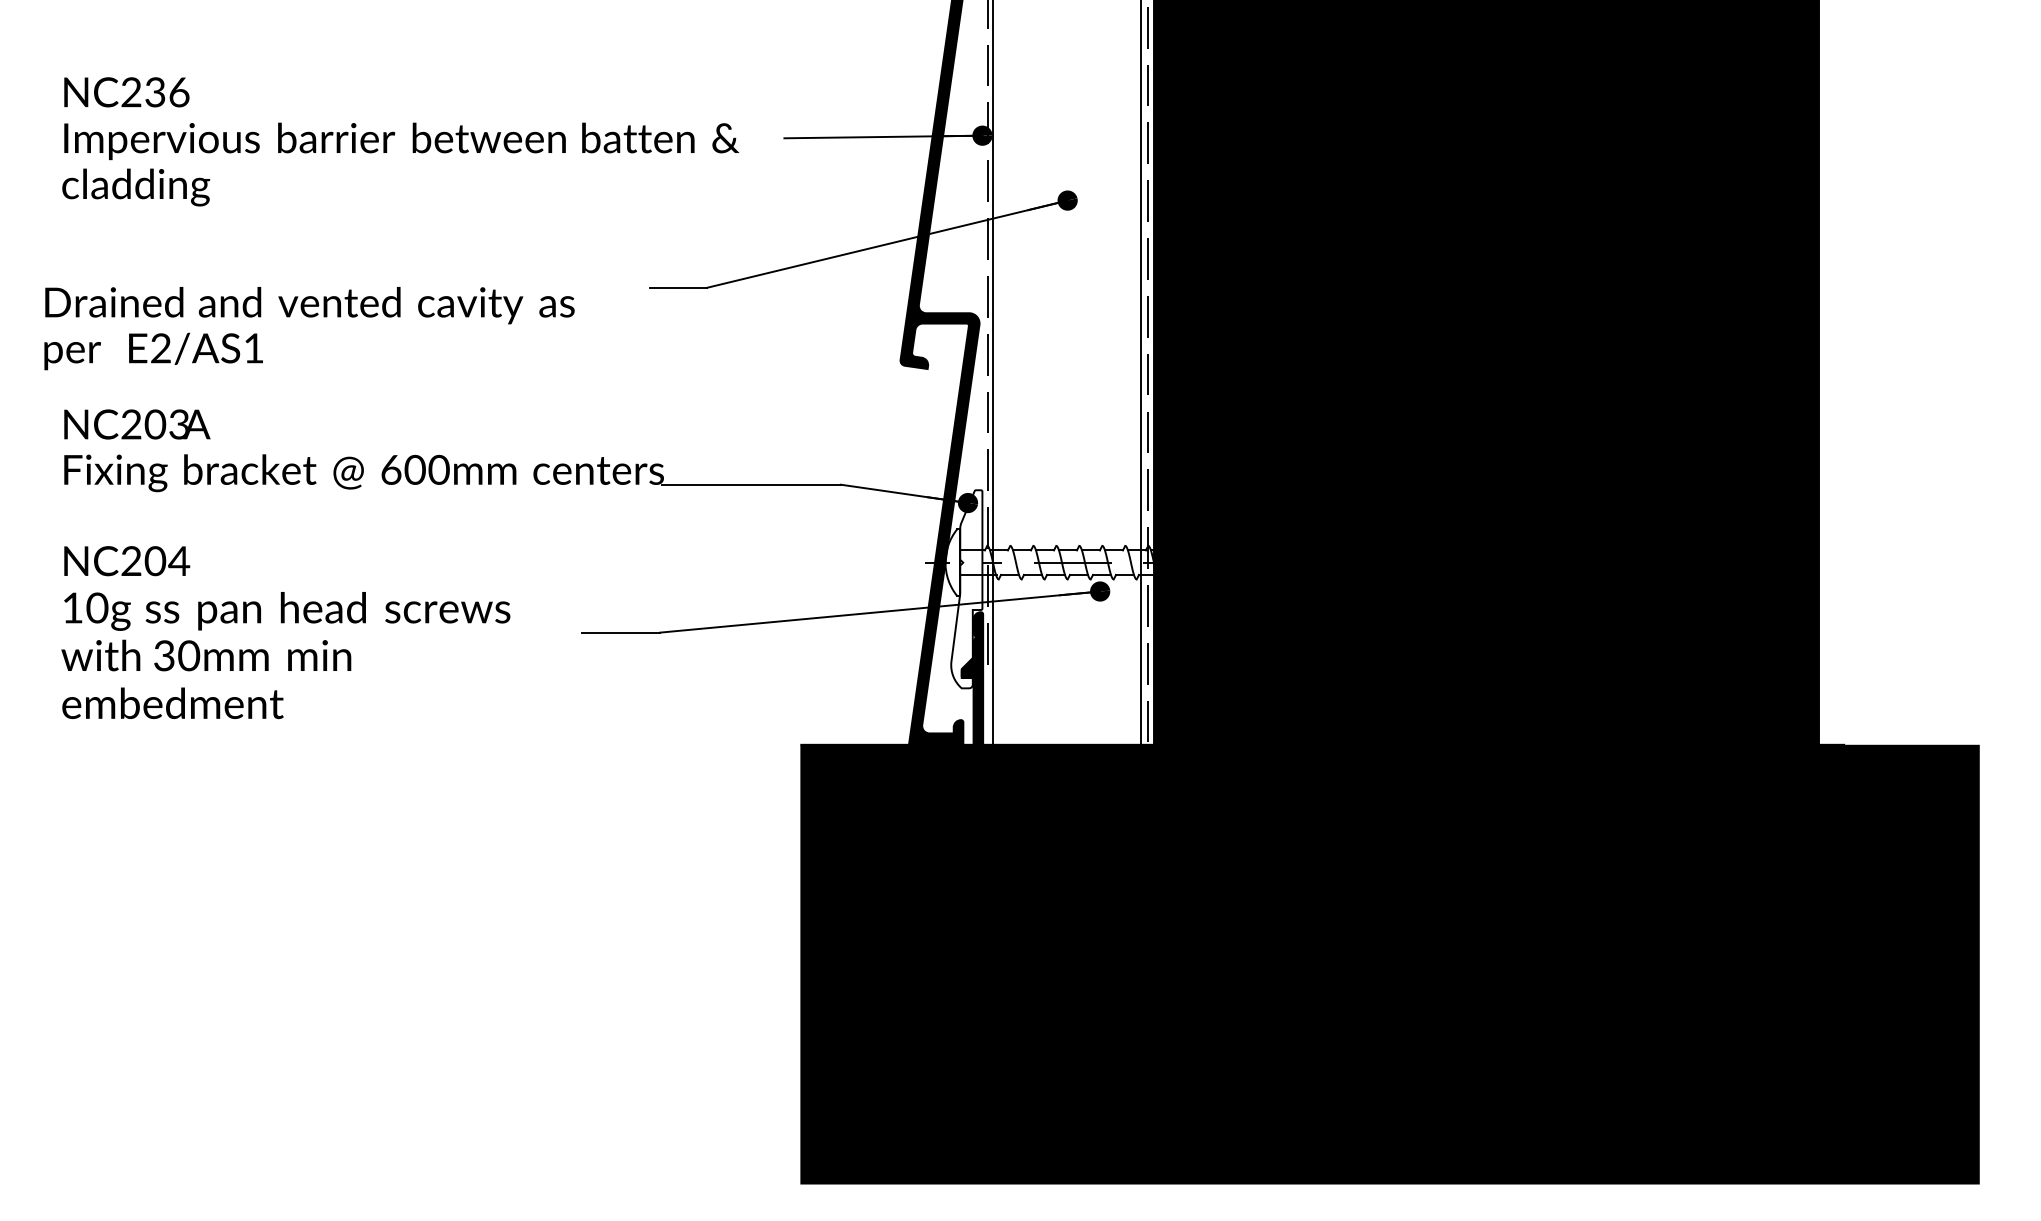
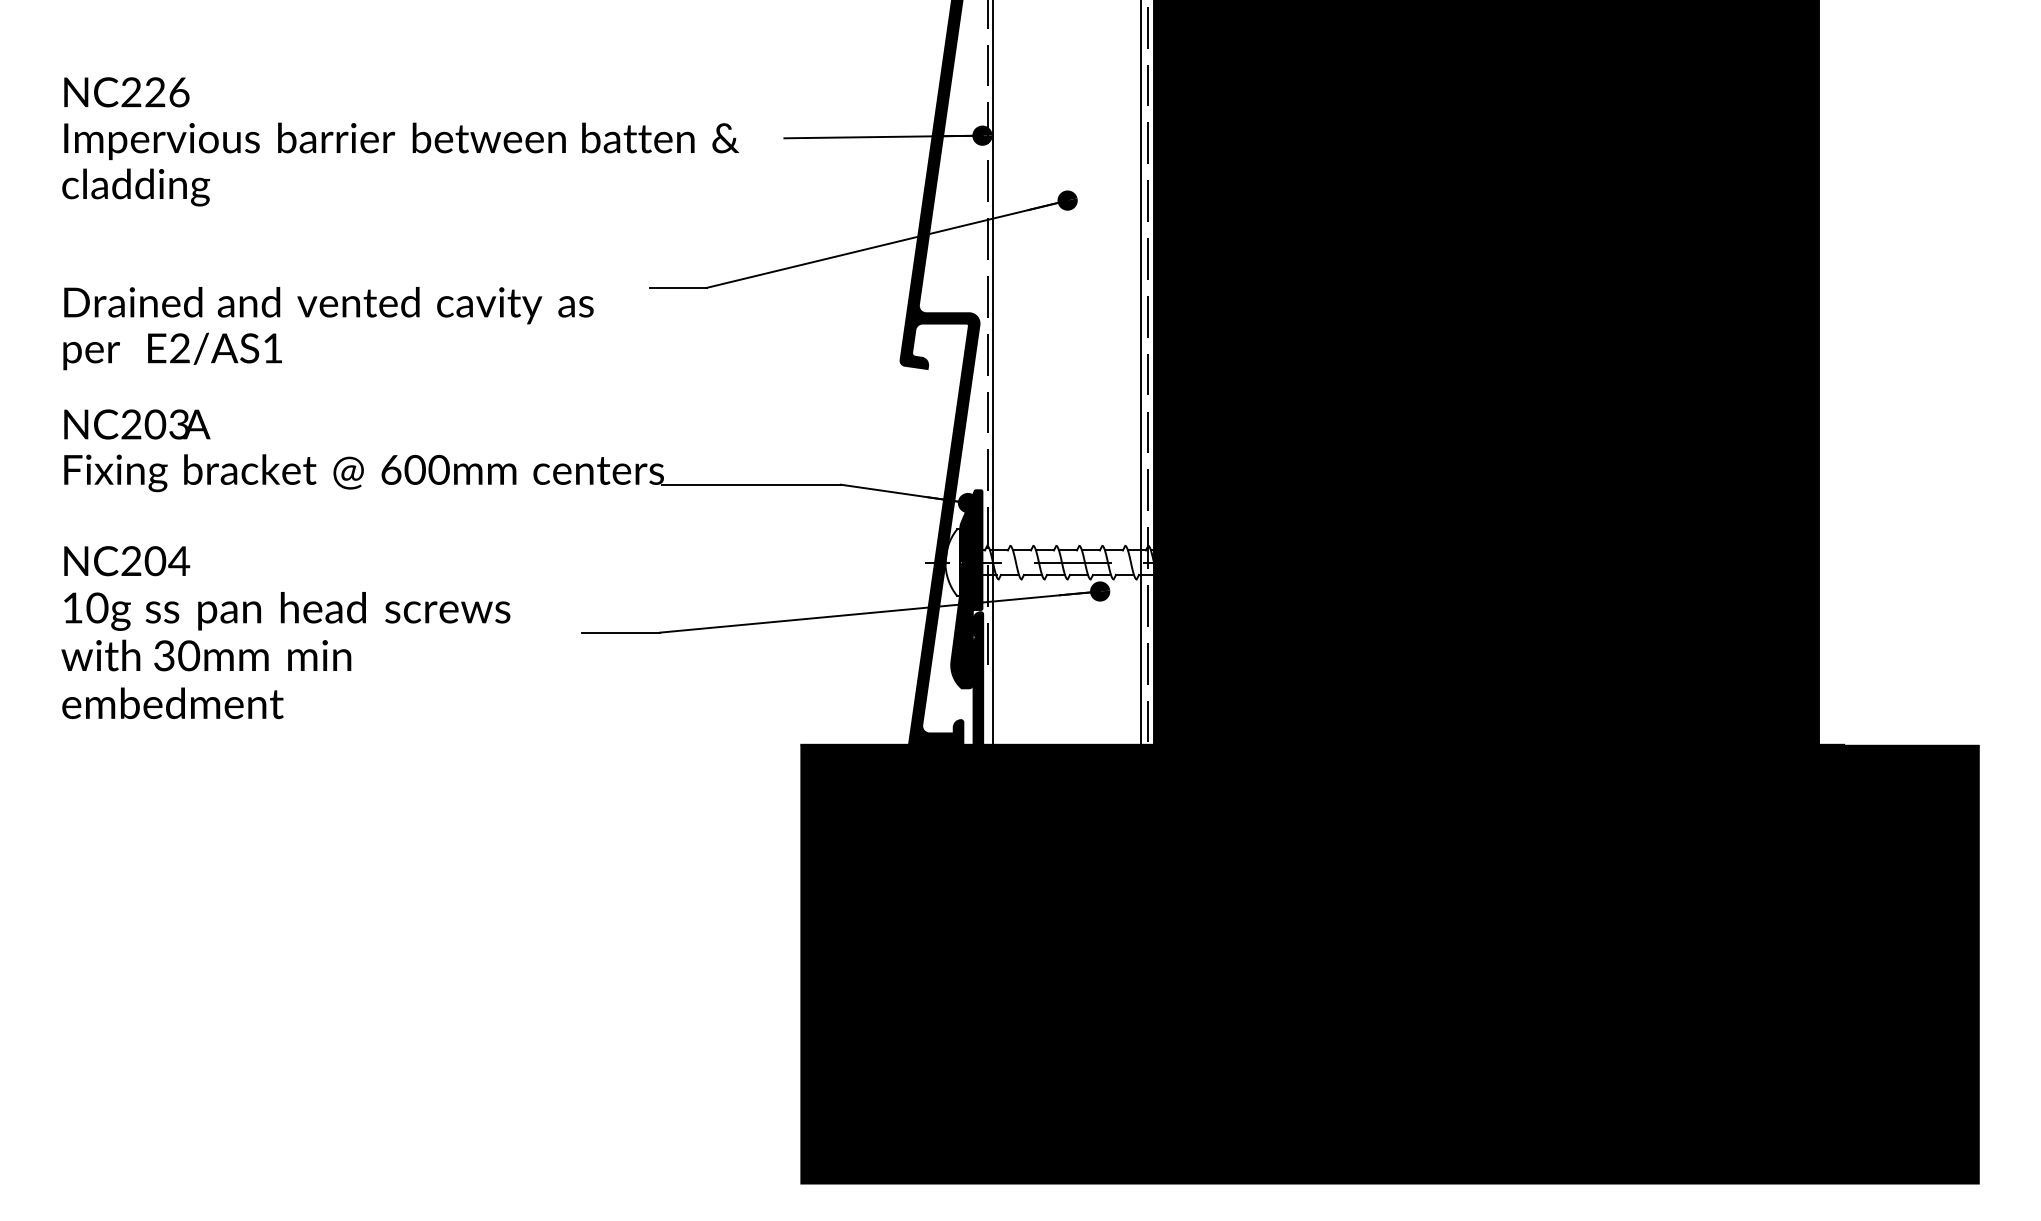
text at (155, 93): NC236 -> NC226
text at (309, 328) position: (309, 328) -> (328, 328)
fill at (966, 589): none -> present
